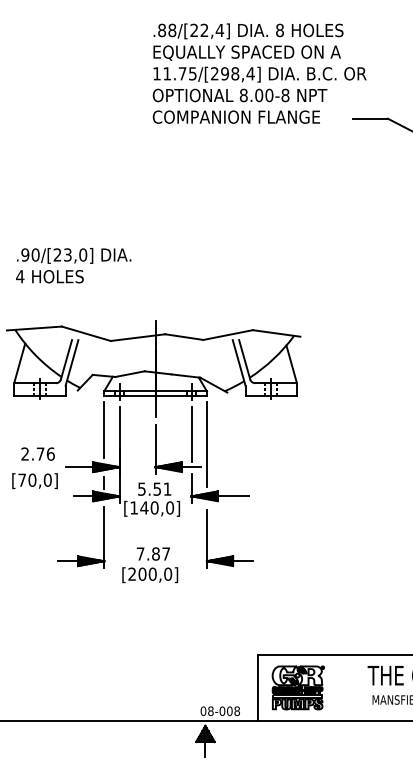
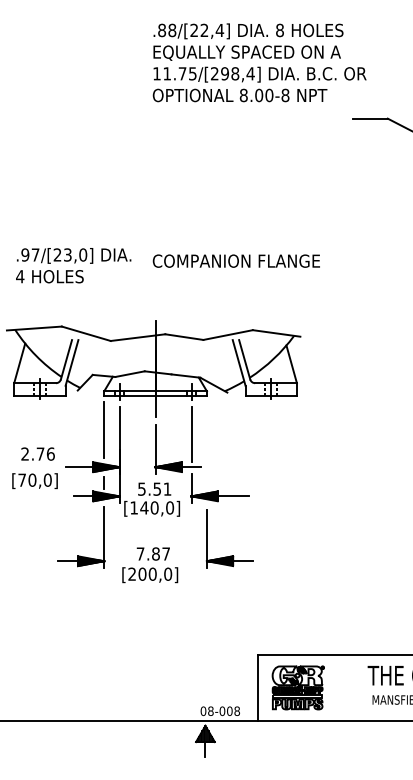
text at (235, 116) position: (235, 116) -> (235, 260)
text at (35, 254): .90/[23,0] -> .97/[23,0]
line at (206, 444): present -> none
